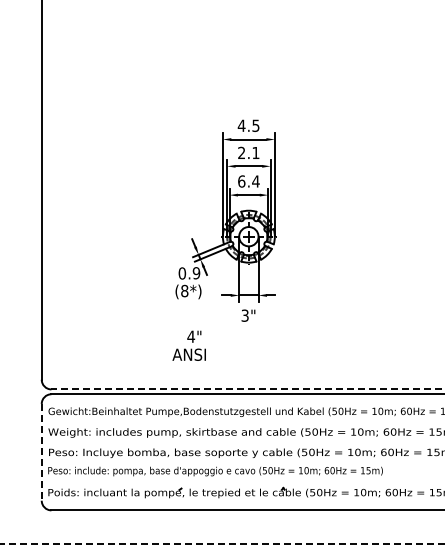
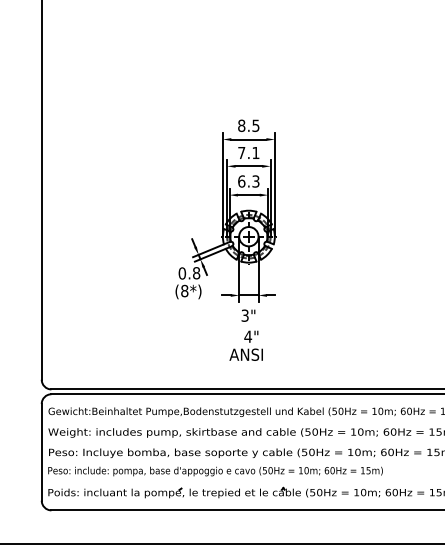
text at (241, 125): 4.5 -> 8.5
text at (241, 152): 2.1 -> 7.1
text at (255, 181): 6.4 -> 6.3
text at (196, 273): 0.9 -> 0.8
text at (188, 345) position: (188, 345) -> (245, 345)
line at (247, 389): dashed -> solid
line at (41, 452): dashed -> solid
line at (222, 544): dashed -> solid
